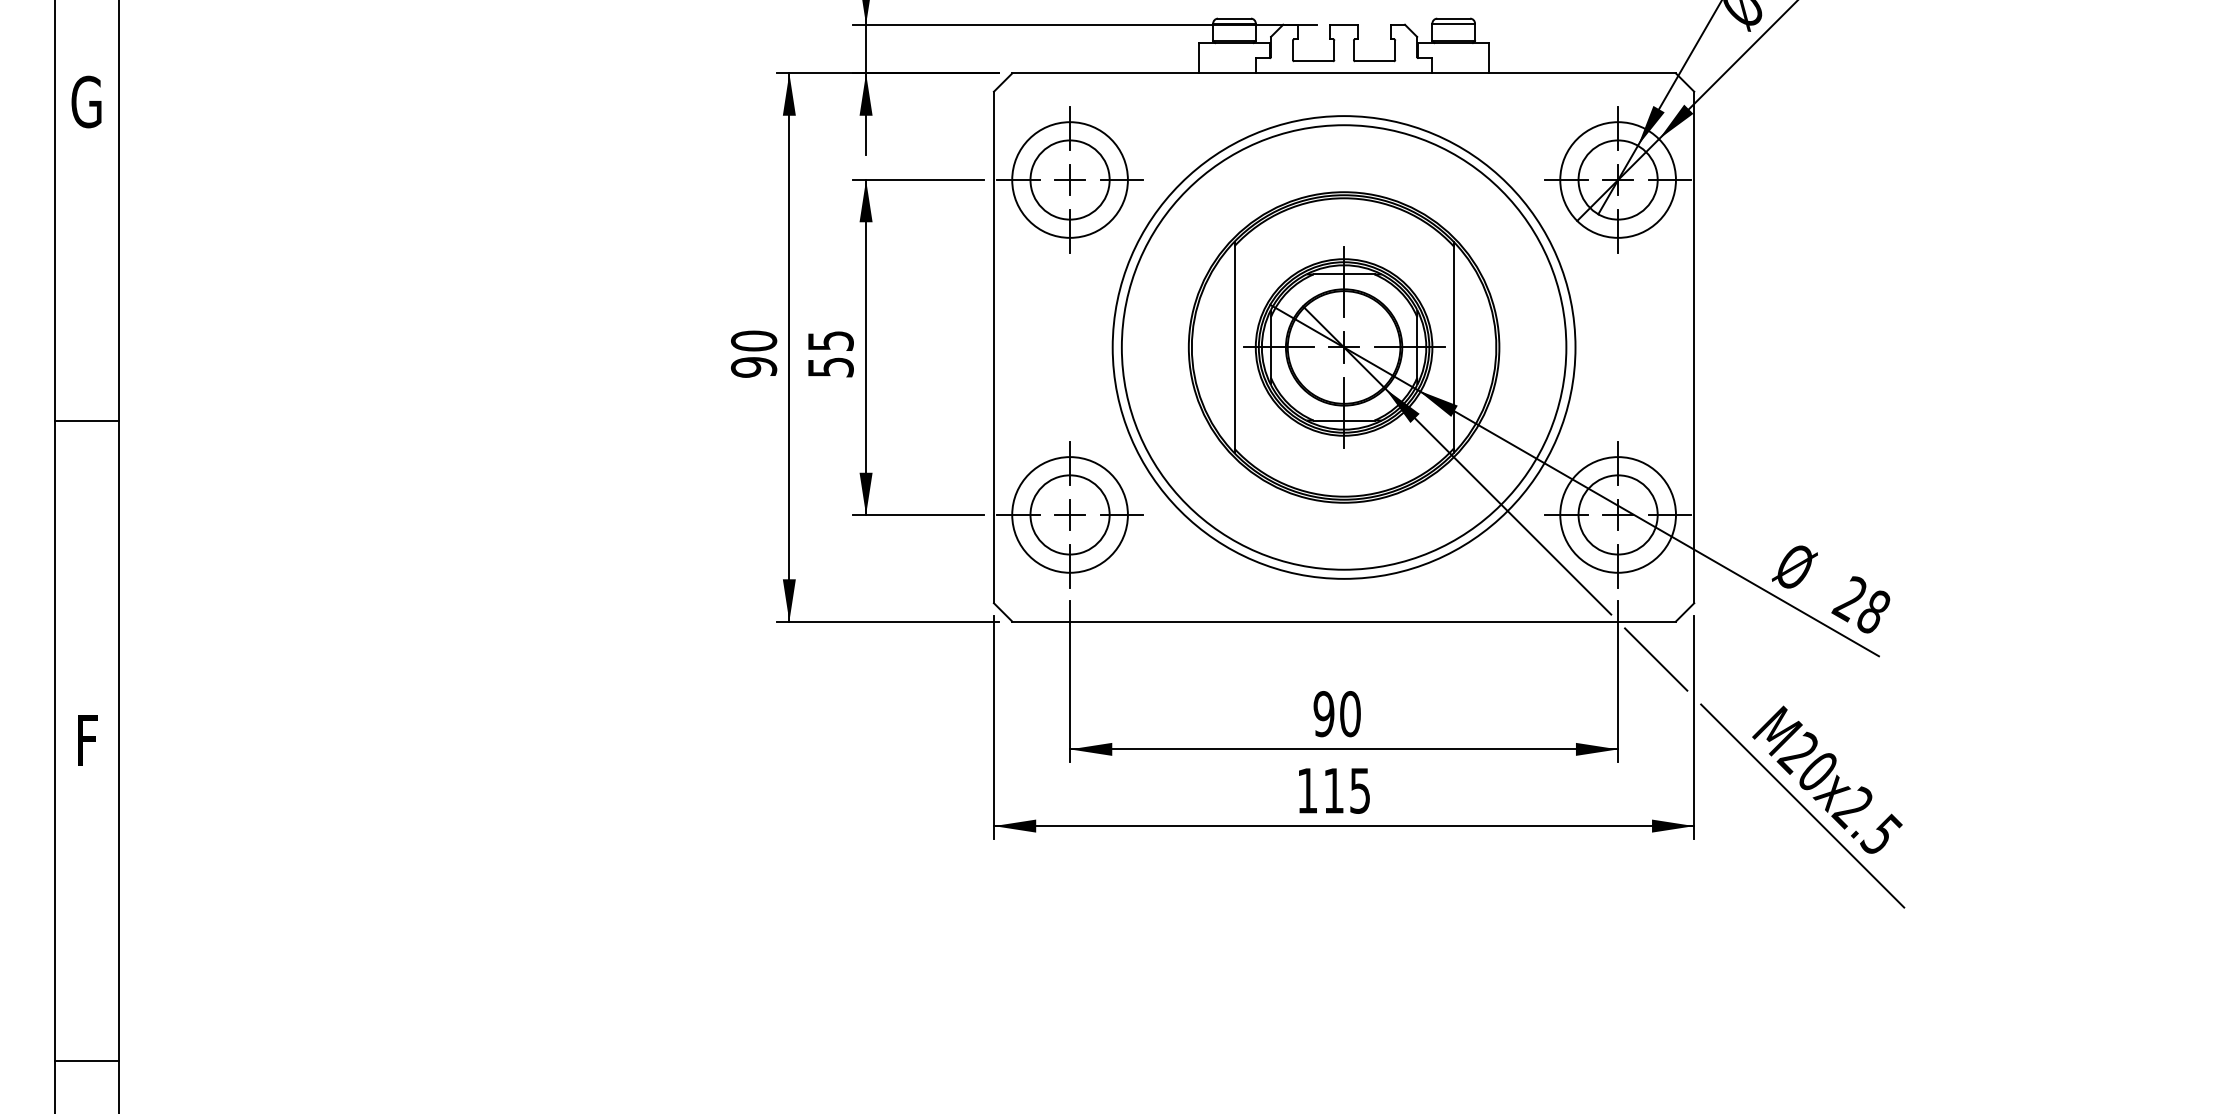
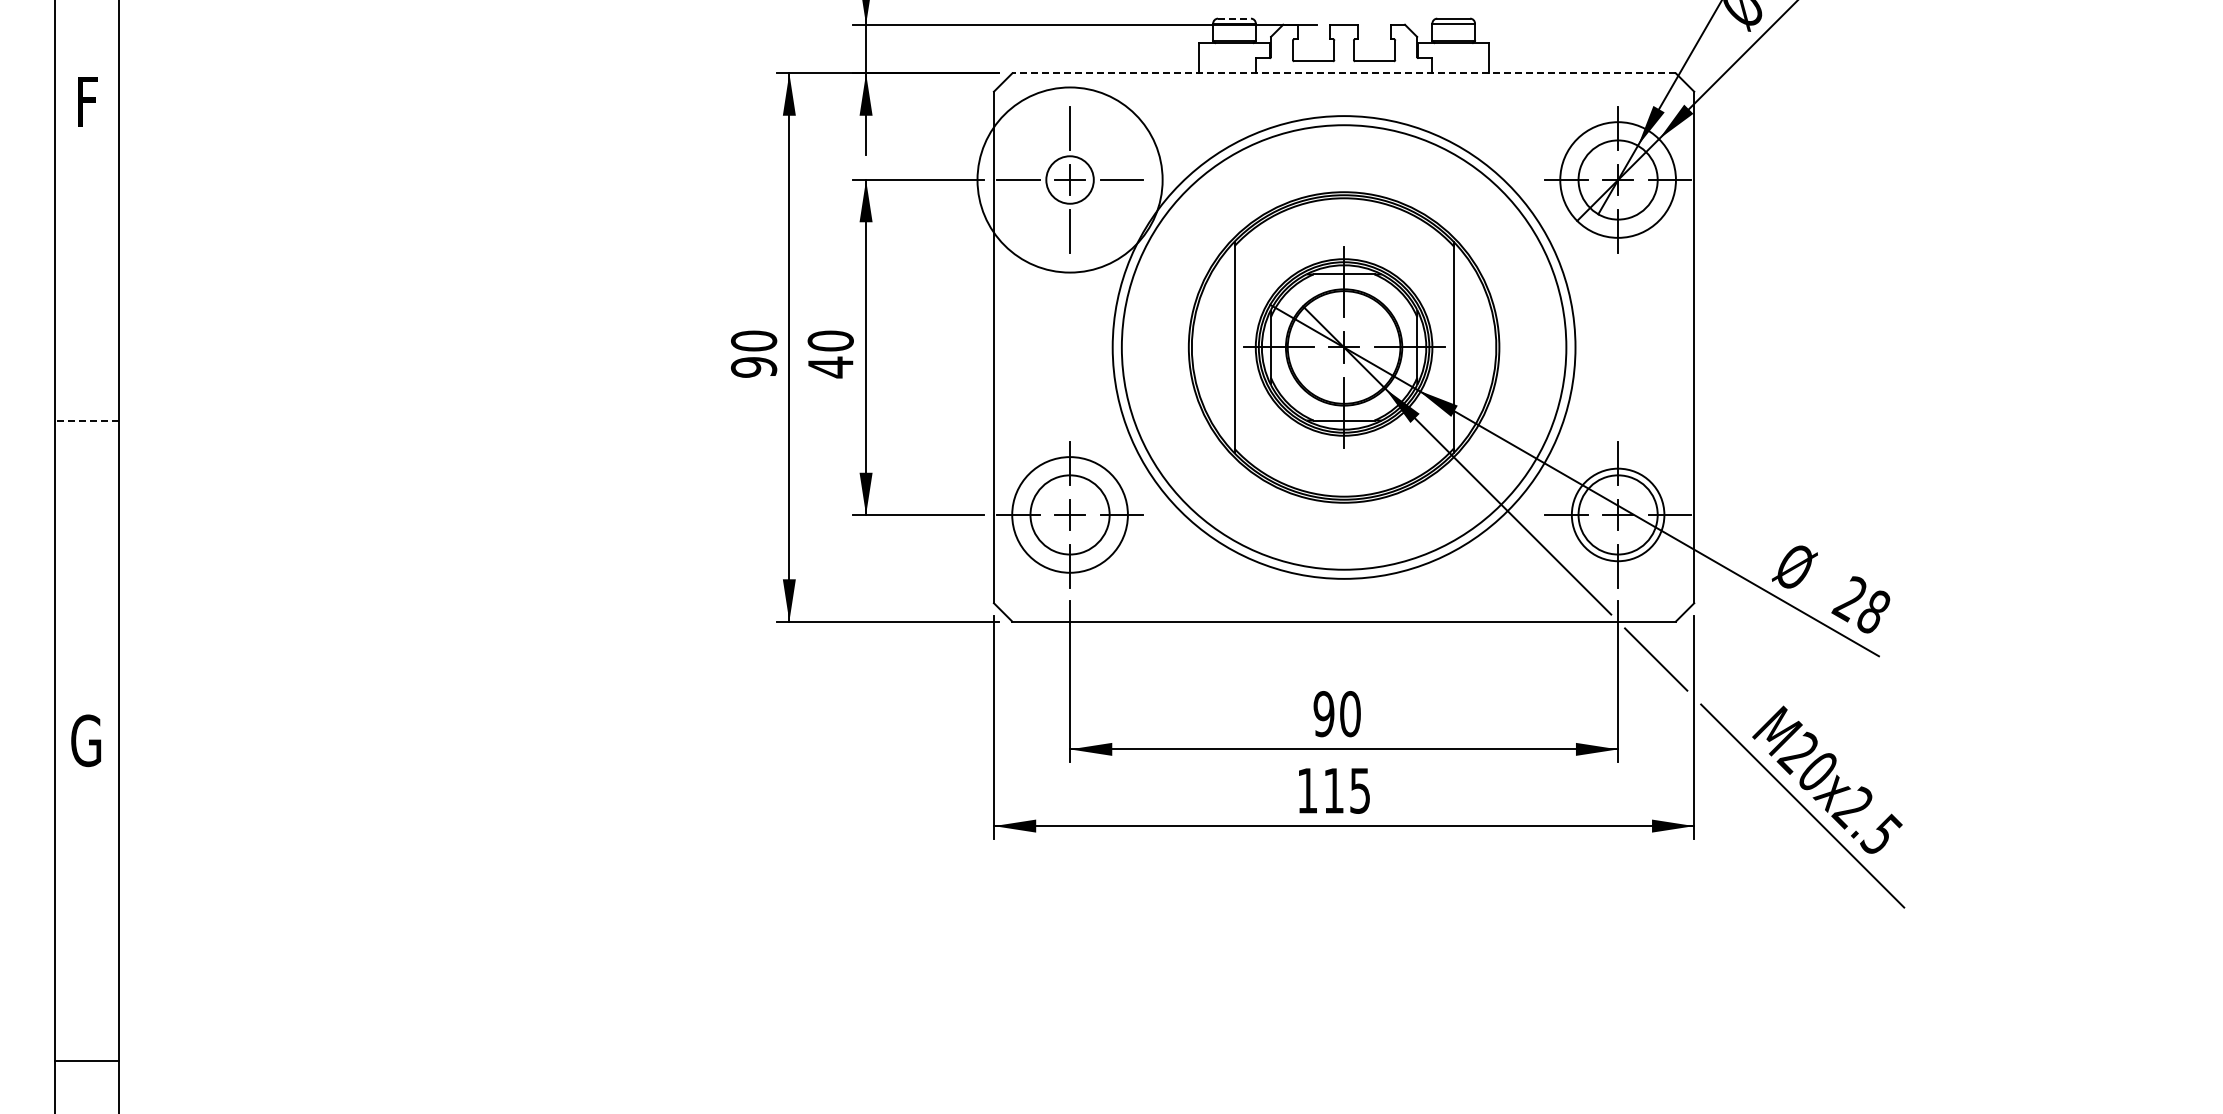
line at (1234, 18): solid -> dashed
line at (1344, 73): solid -> dashed
text at (86, 101): G -> F
circle at (1069, 179) diameter: 116 px -> 185 px
circle at (1069, 179) diameter: 79 px -> 47 px
text at (830, 354): 55 -> 40
line at (87, 421): solid -> dashed
circle at (1617, 514) diameter: 116 px -> 93 px
text at (86, 740): F -> G
